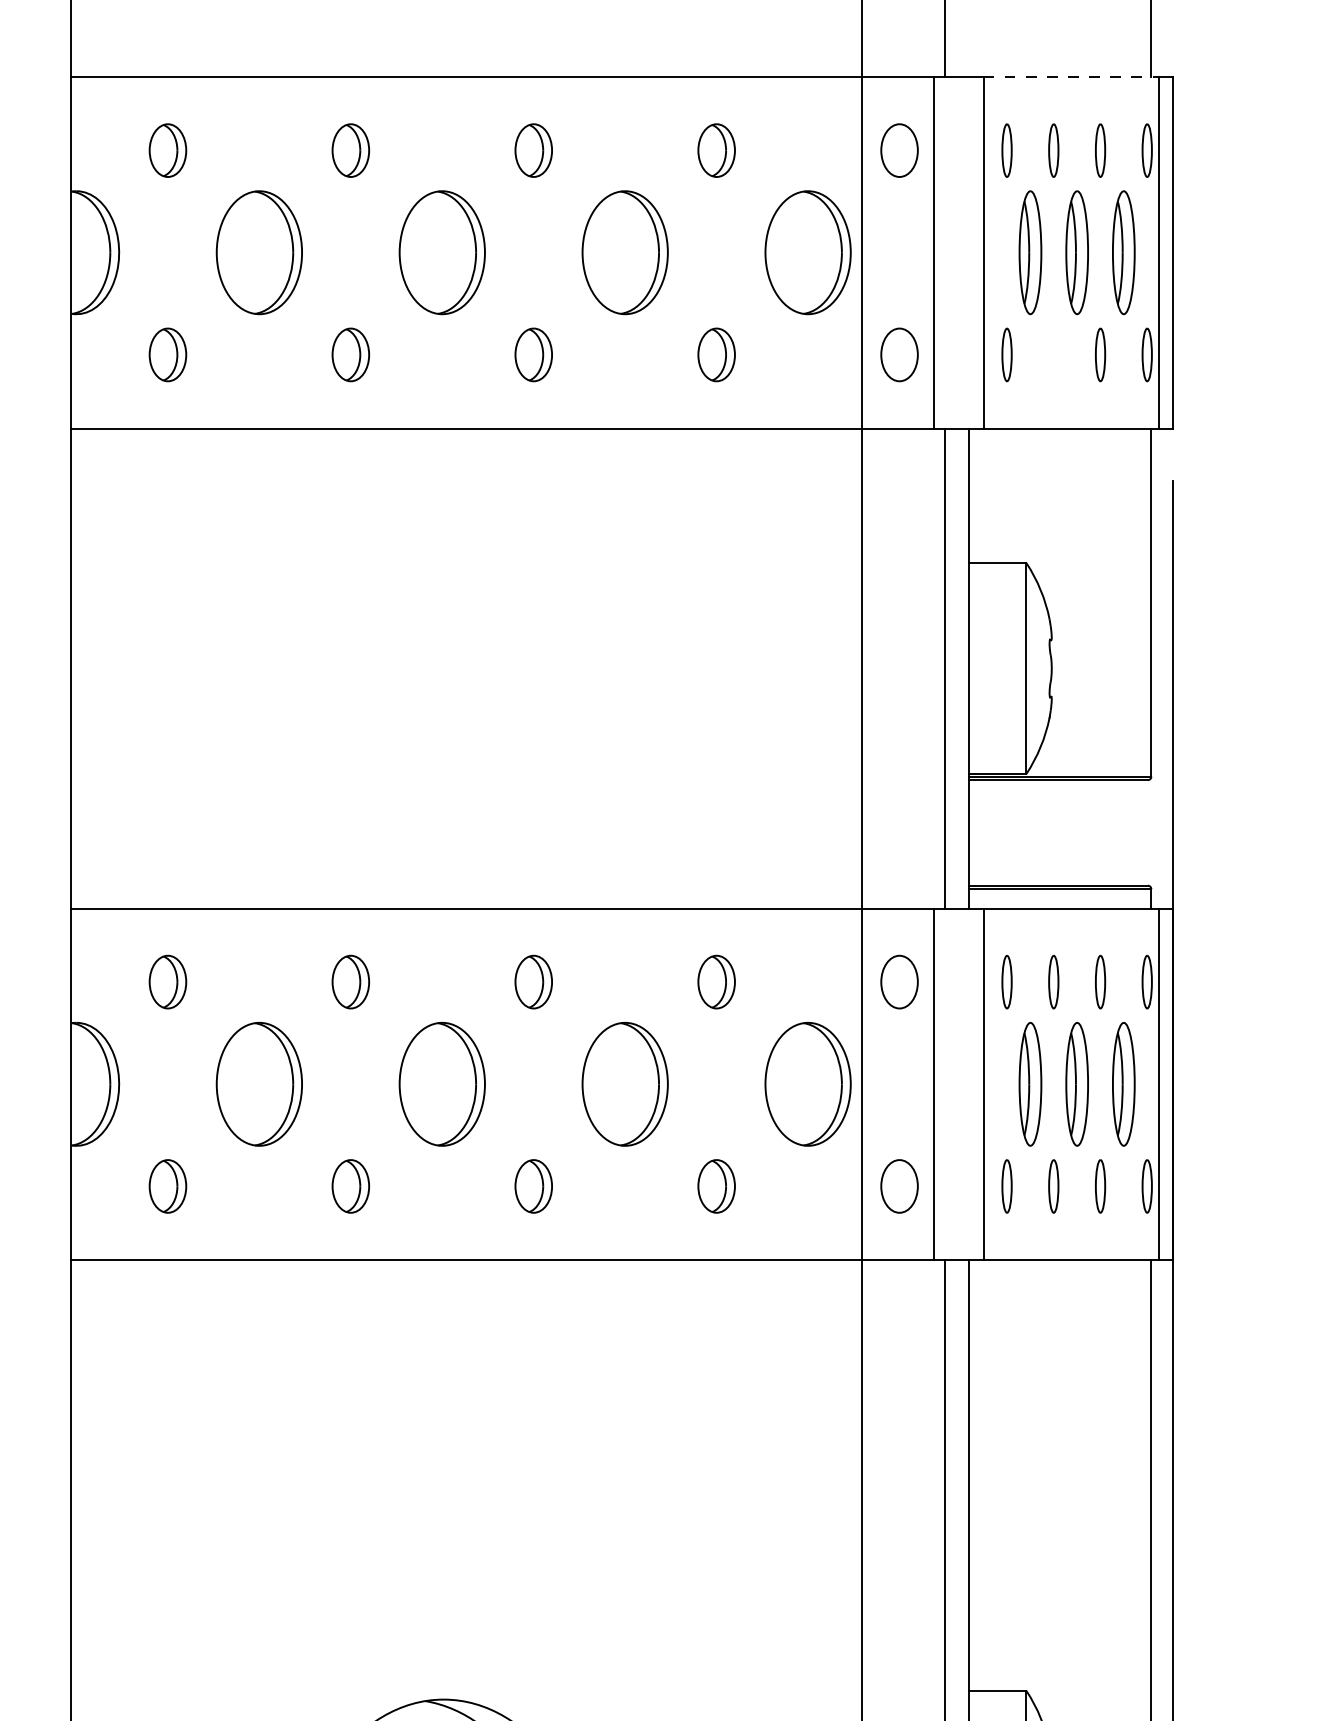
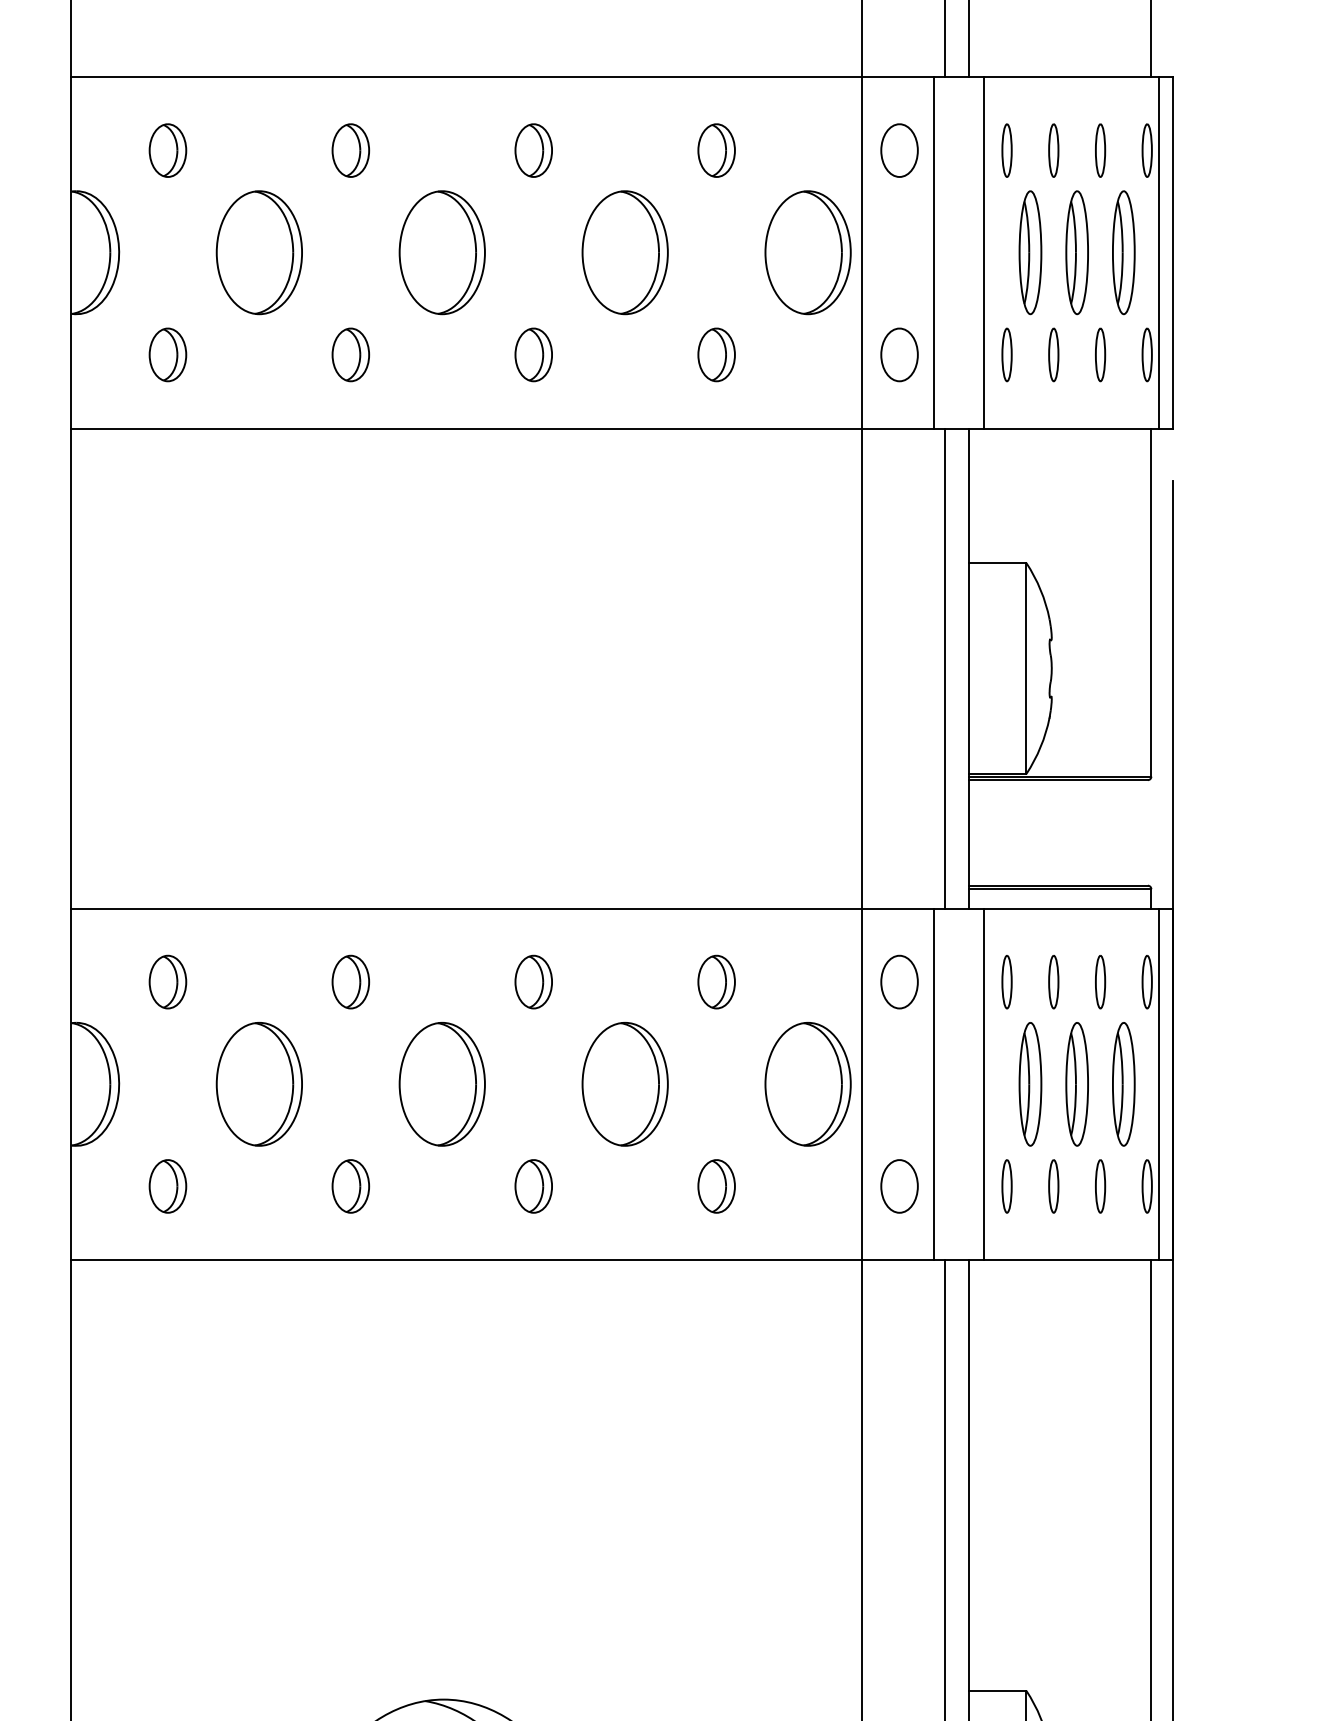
line at (969, 39): none -> present
line at (1071, 77): dashed -> solid
part at (1053, 354): none -> present
